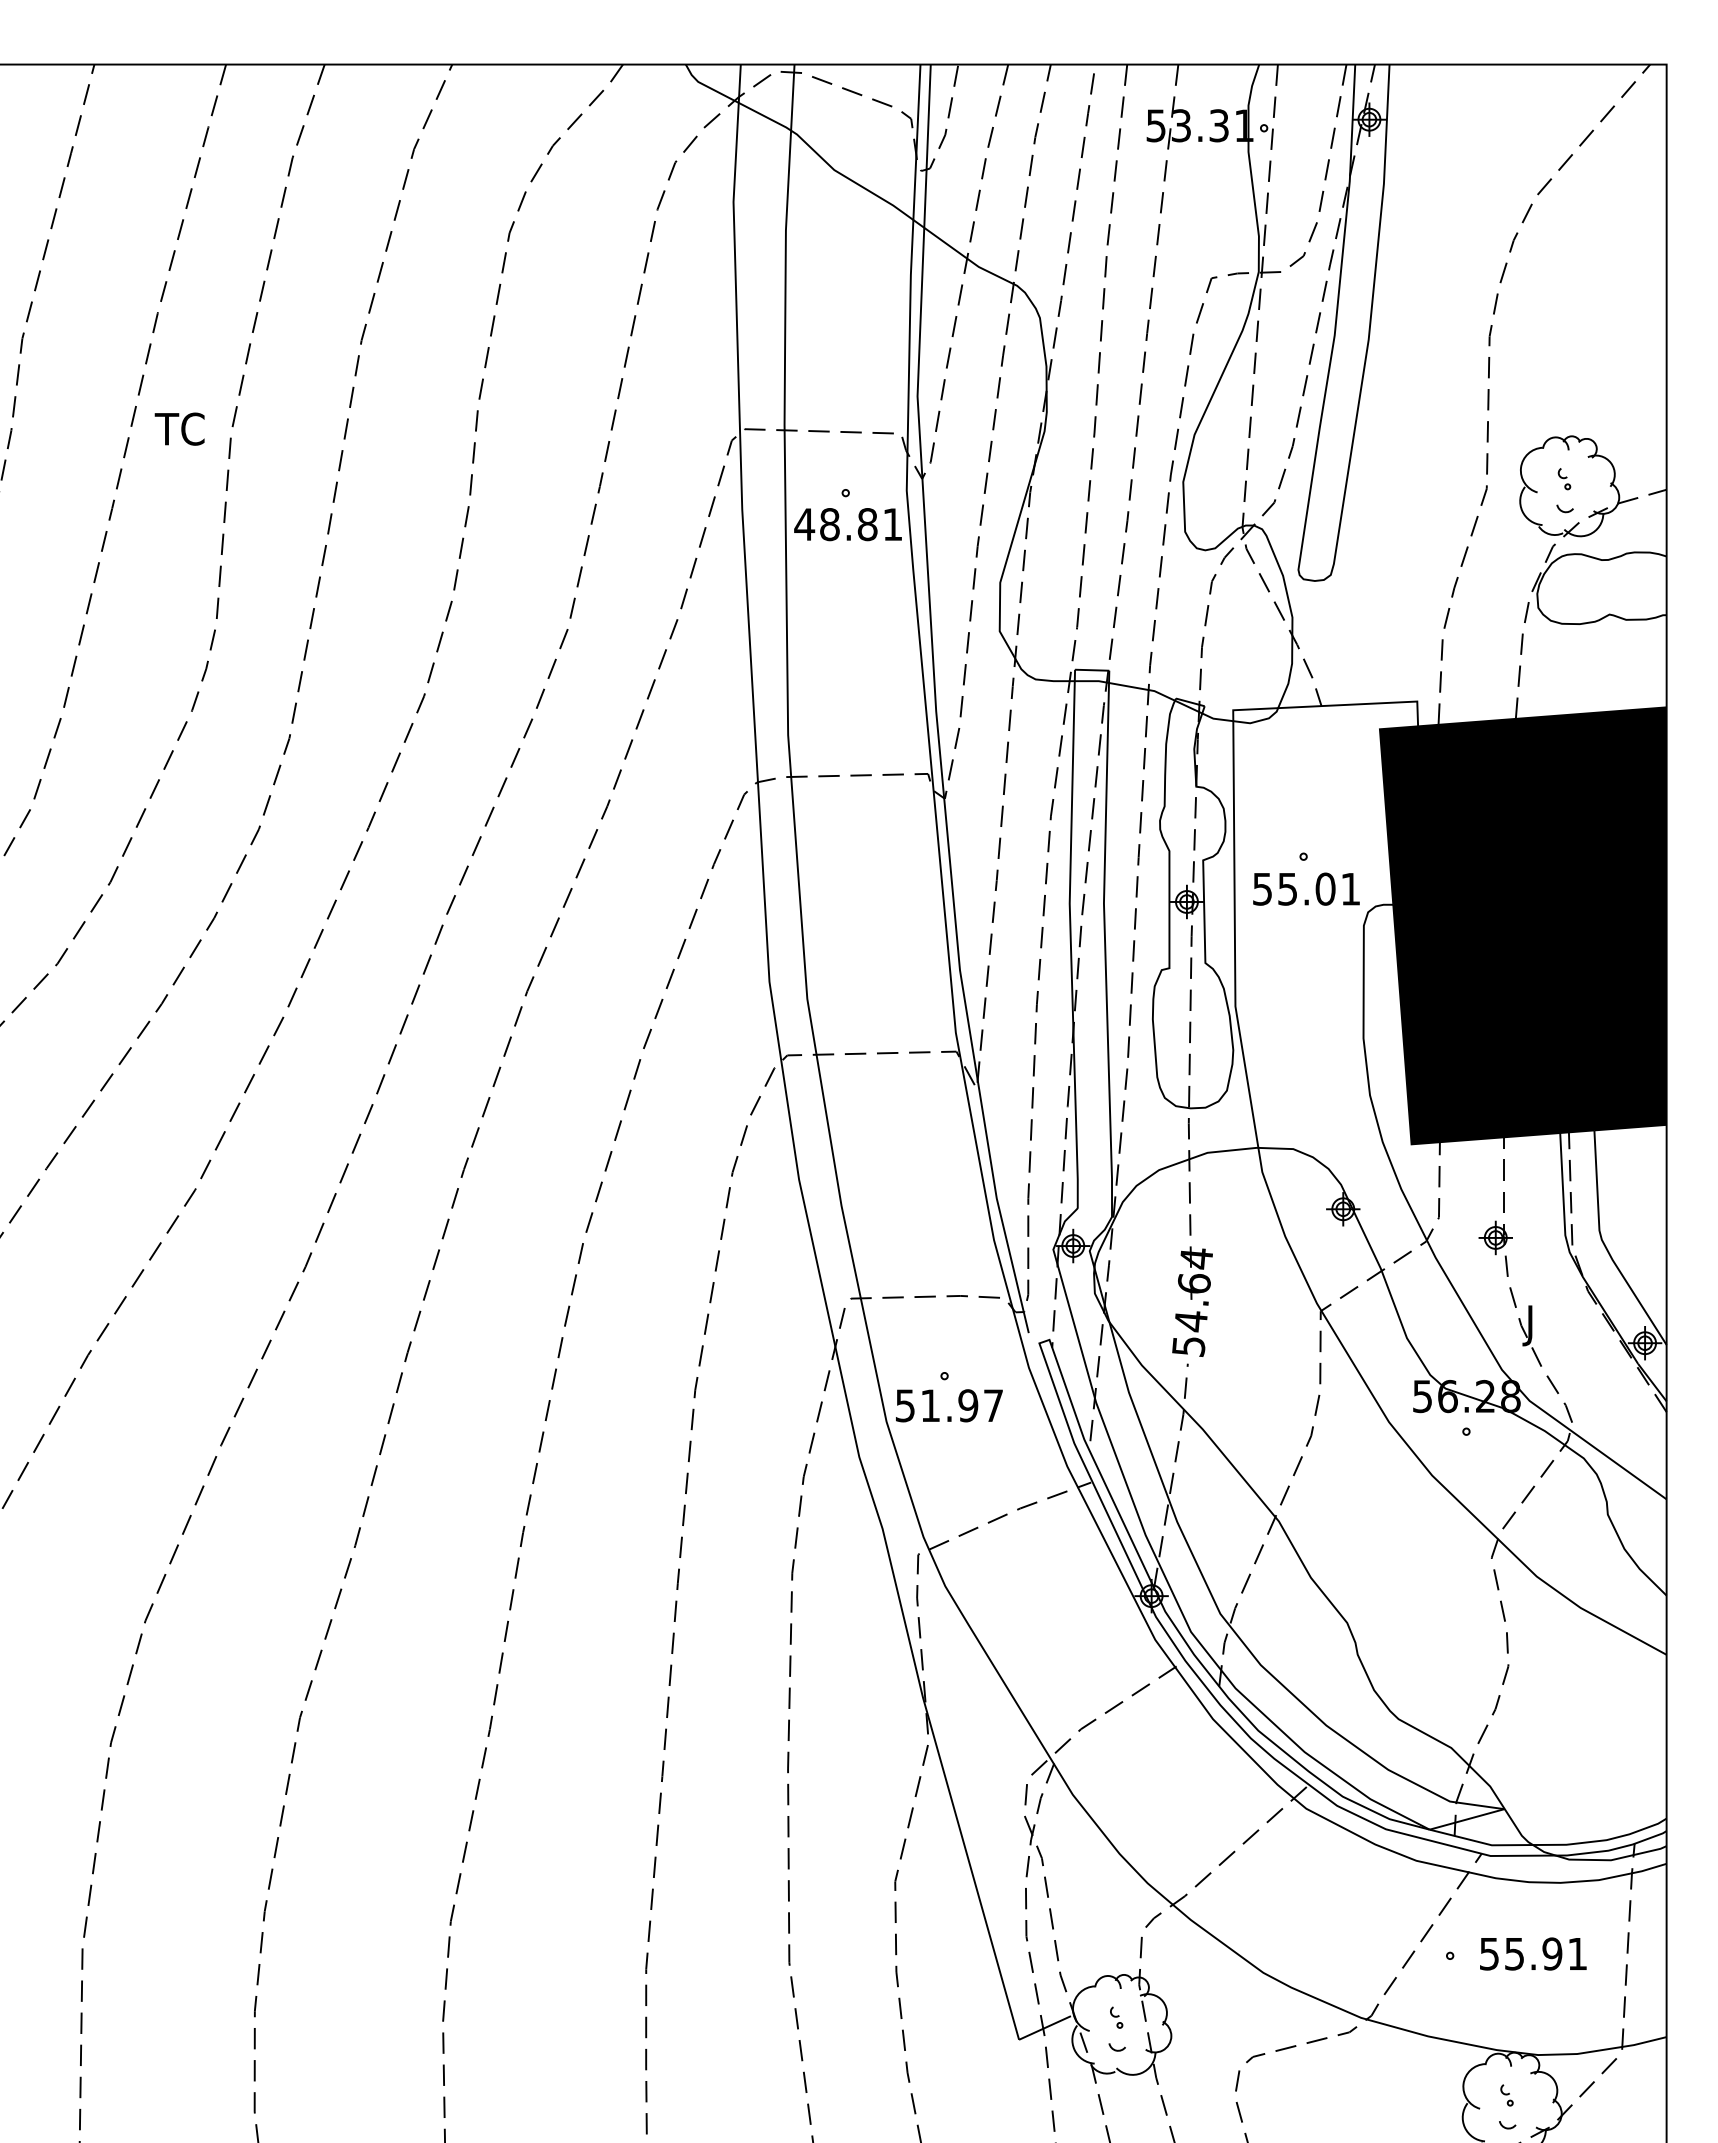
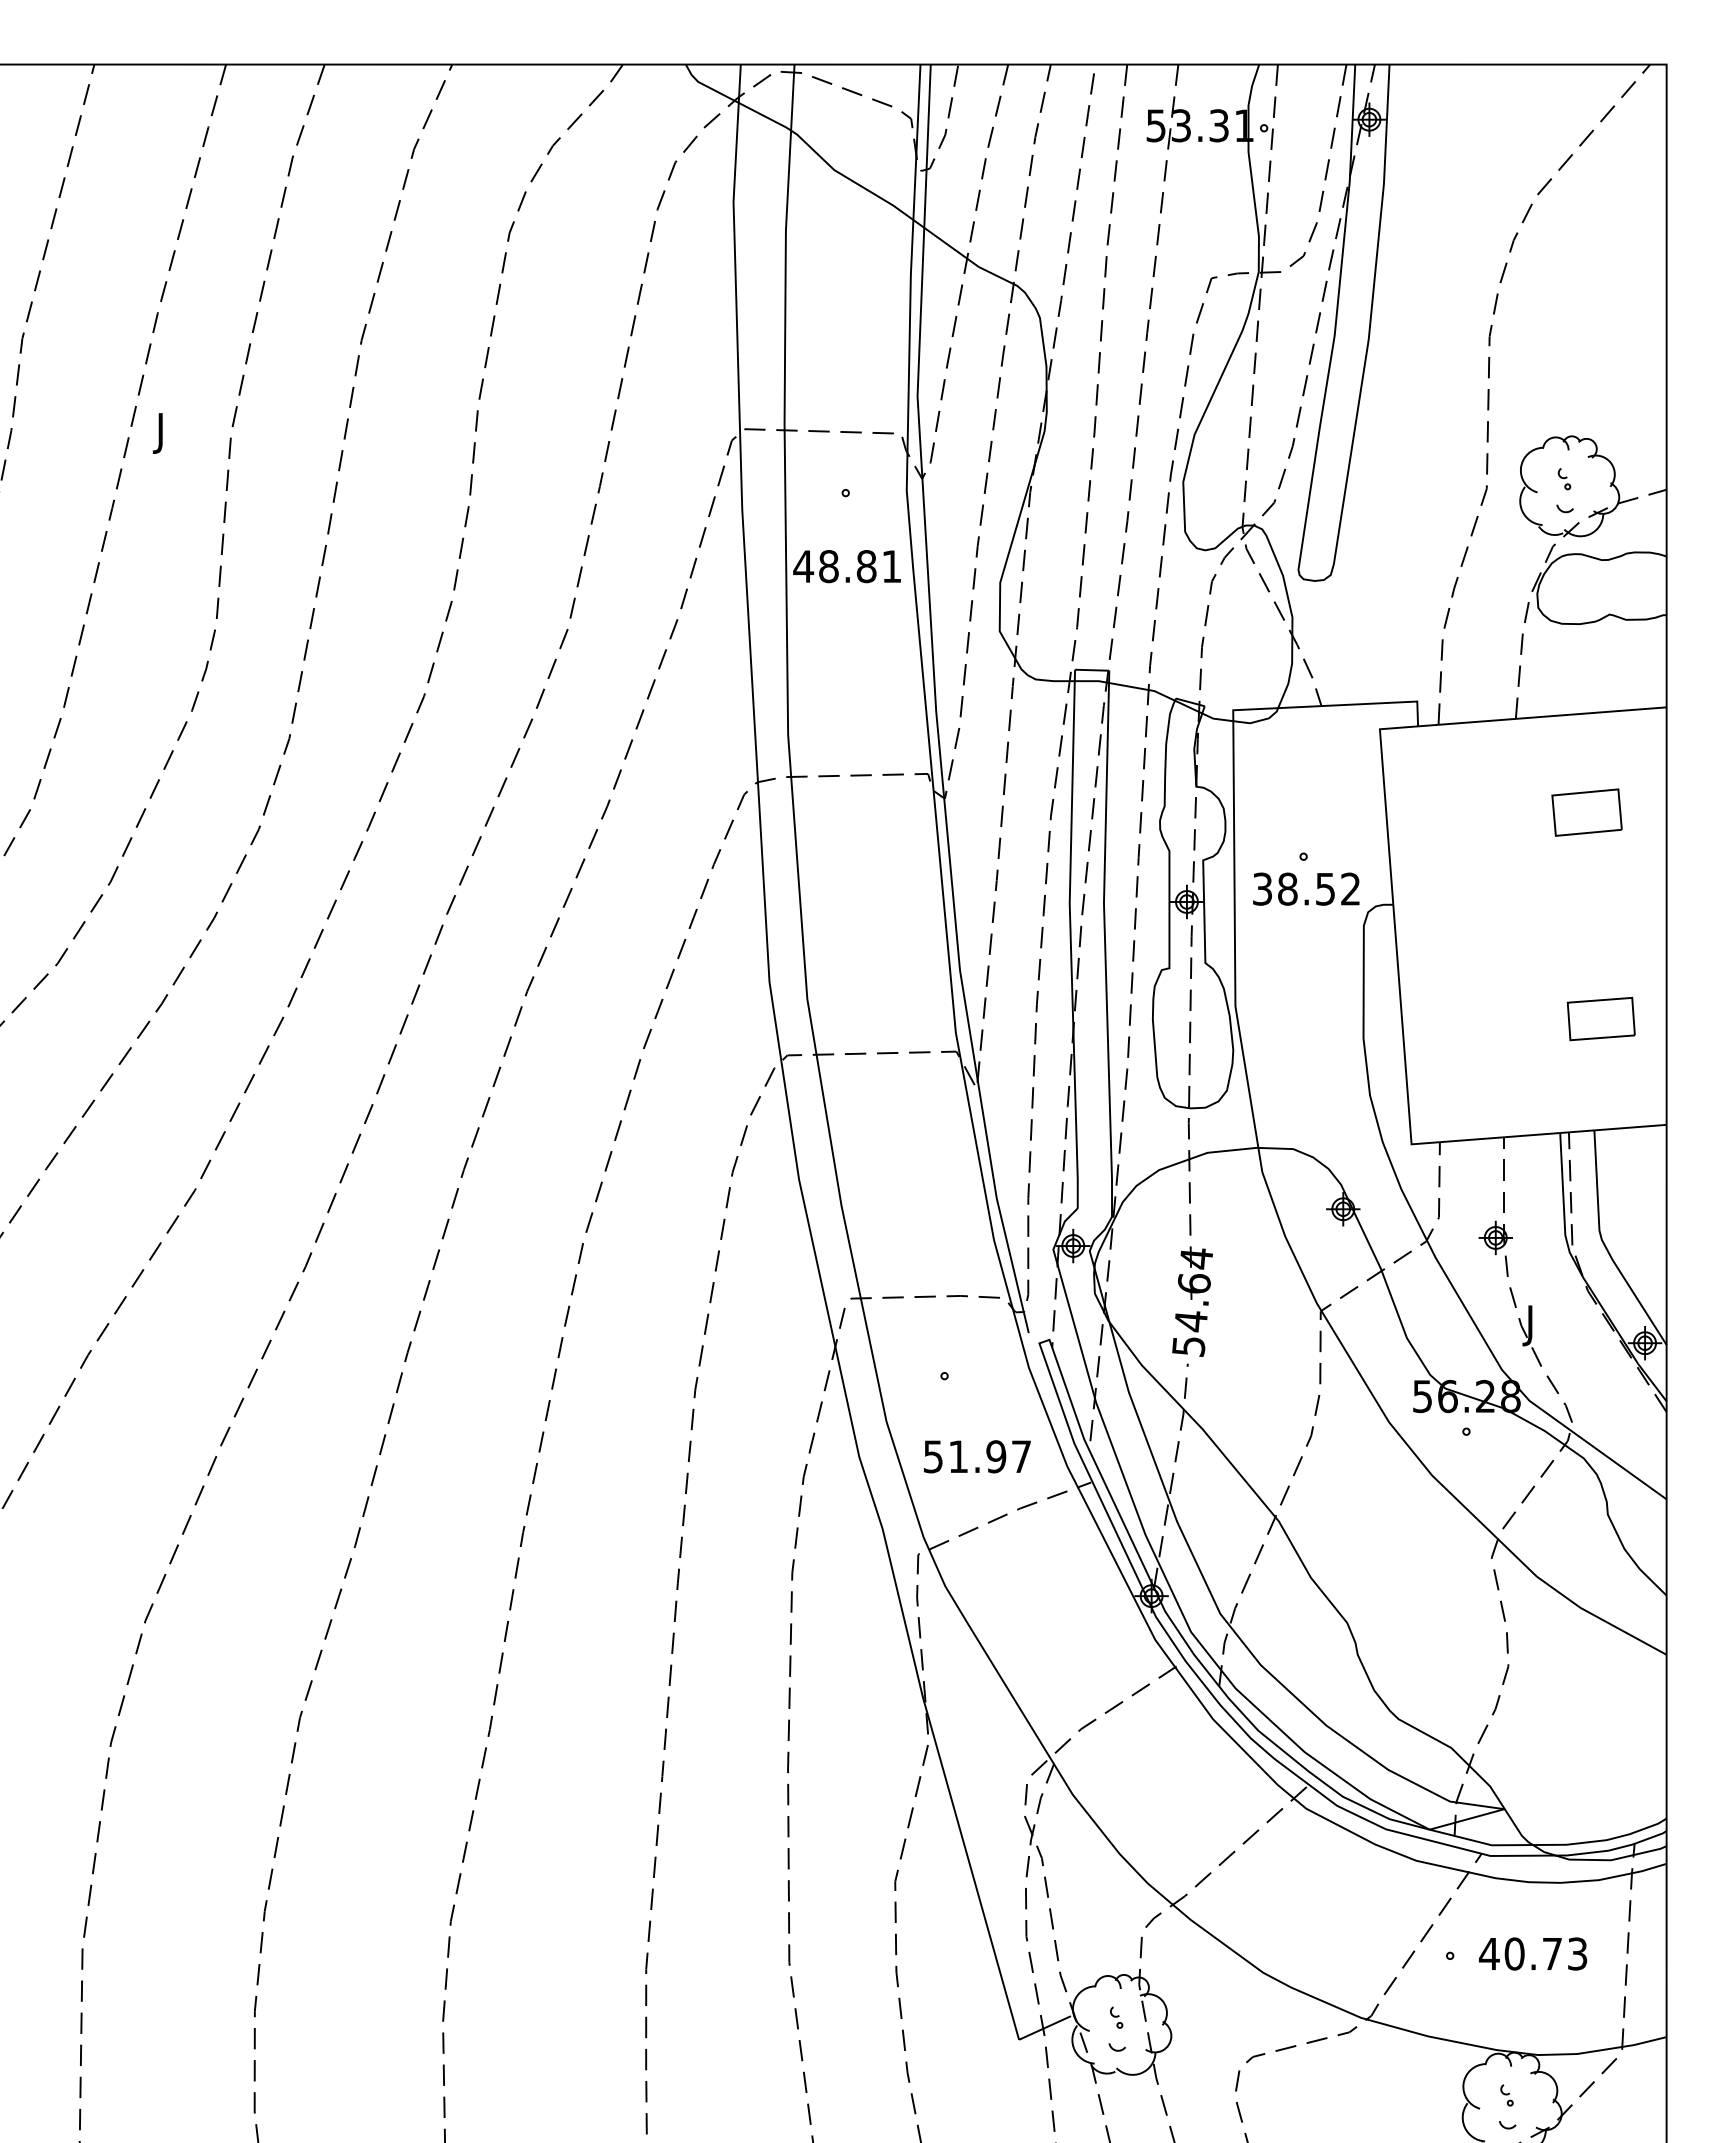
text at (178, 432): TC -> J
text at (847, 524) position: (847, 524) -> (846, 566)
text at (1306, 888): 55.01 -> 38.52
fill at (1522, 925): present -> none
text at (949, 1405) position: (949, 1405) -> (977, 1456)
text at (1532, 1953): 55.91 -> 40.73
